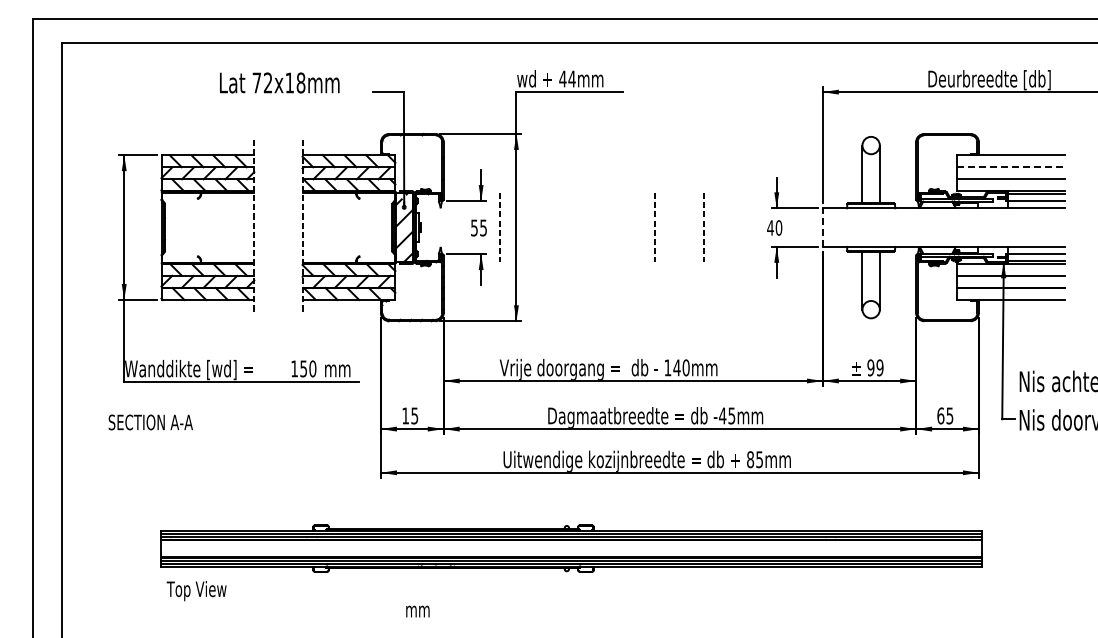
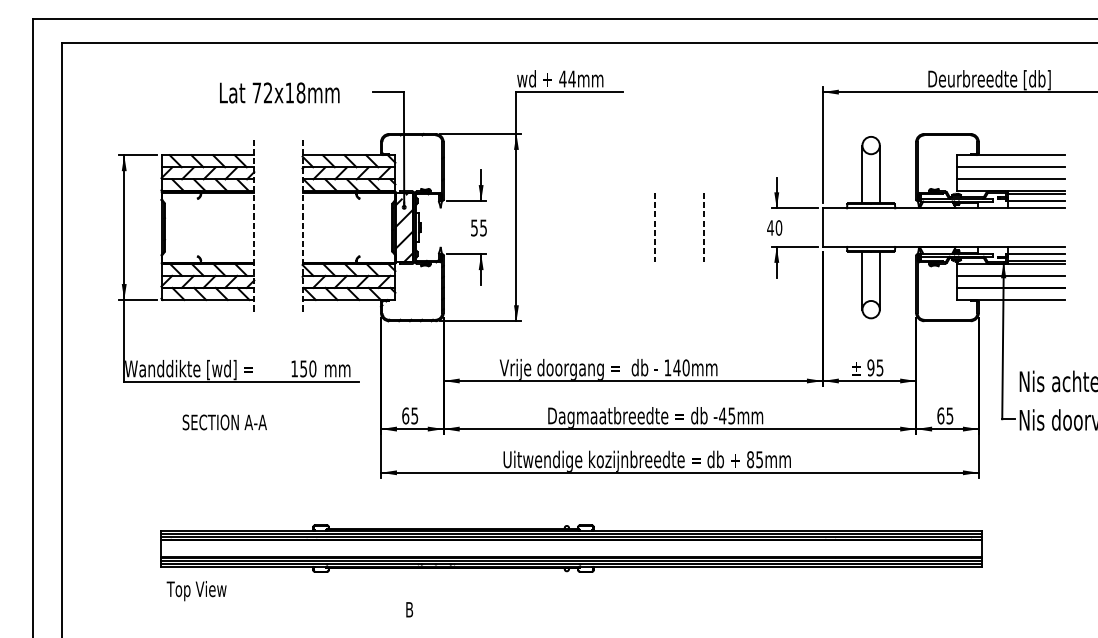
text at (279, 82) position: (279, 82) -> (279, 92)
line at (1011, 167): dashed -> solid
line at (499, 226): present -> none
line at (822, 227): dashed -> solid
text at (879, 367): 99 -> 95
text at (405, 415): 15 -> 65
text at (150, 422) position: (150, 422) -> (224, 422)
text at (417, 609): mm -> B
